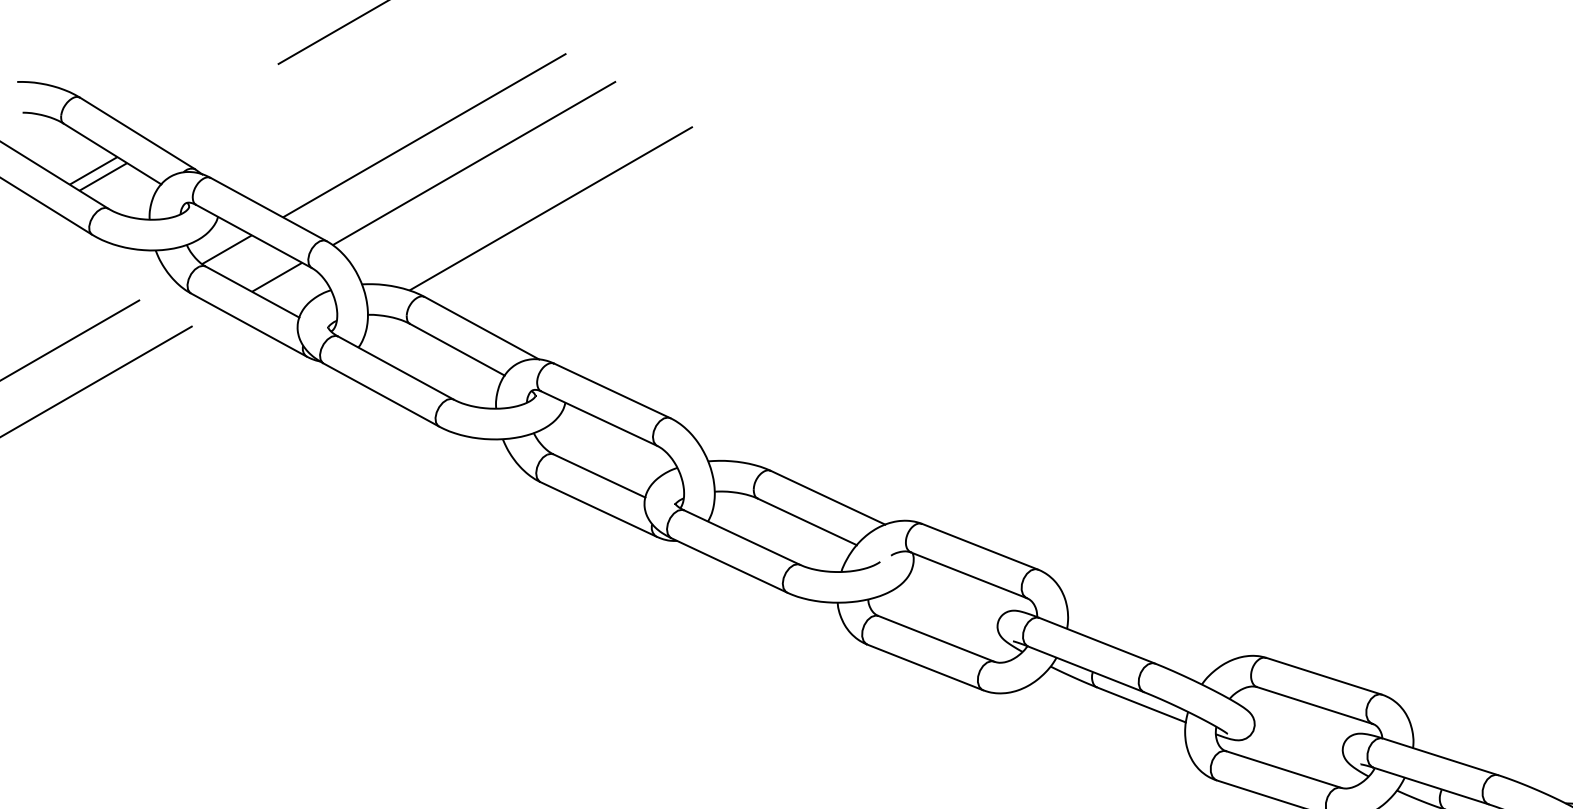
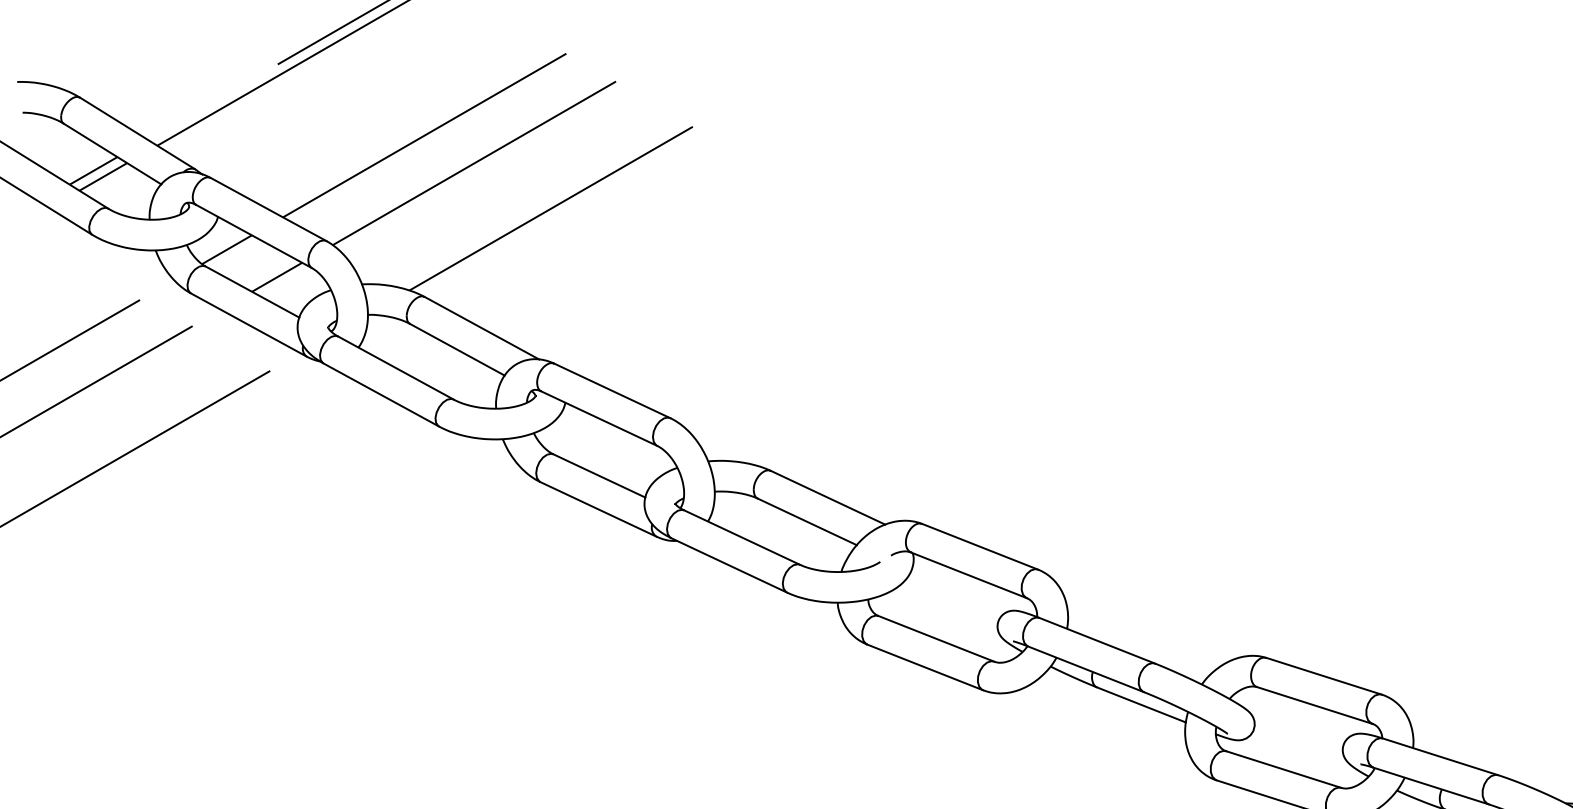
line at (281, 73): none -> present
line at (151, 439): none -> present
